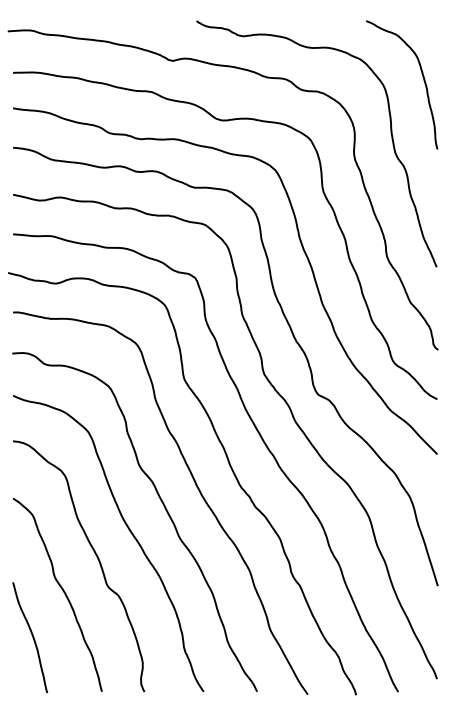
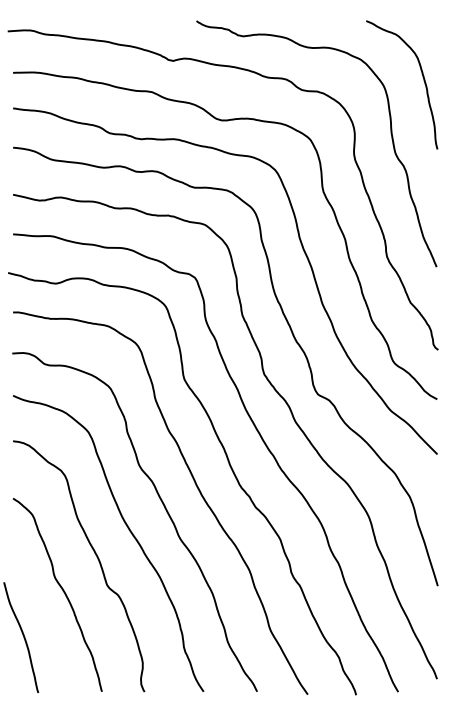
curve at (32, 637) position: (32, 637) -> (23, 637)
